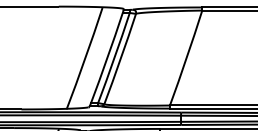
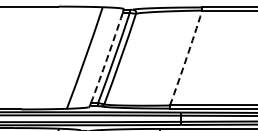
arc at (107, 58): solid -> dashed
arc at (186, 58): solid -> dashed
